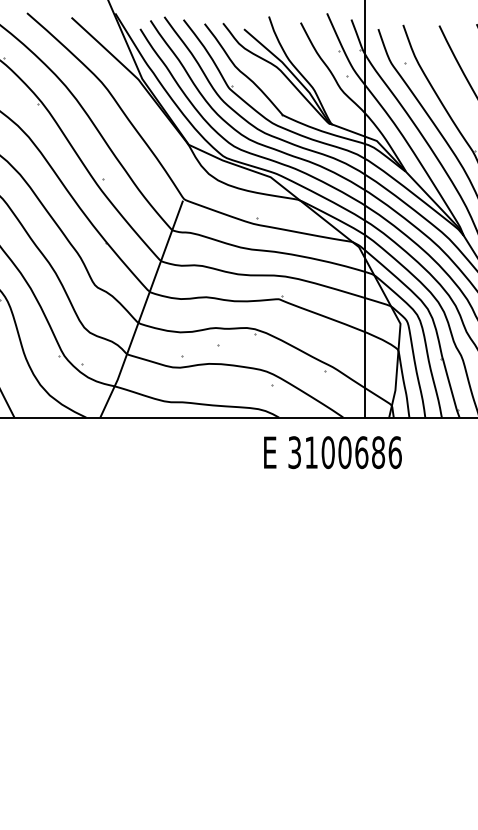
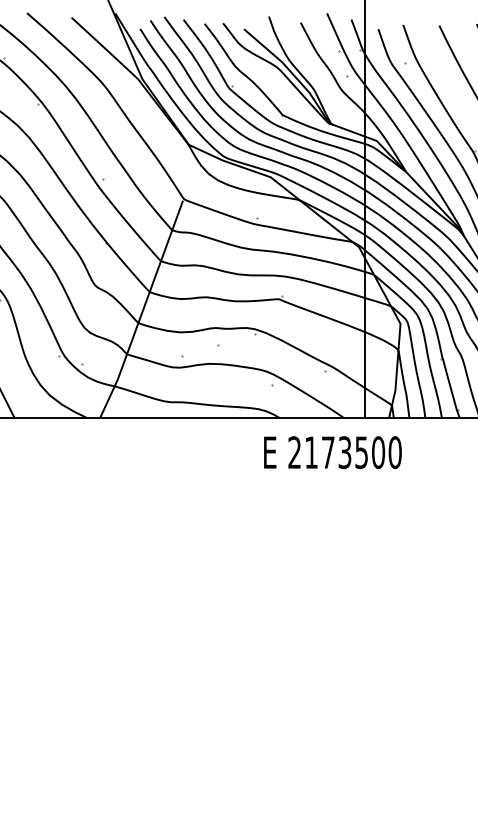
text at (344, 452): 3100686 -> 2173500
